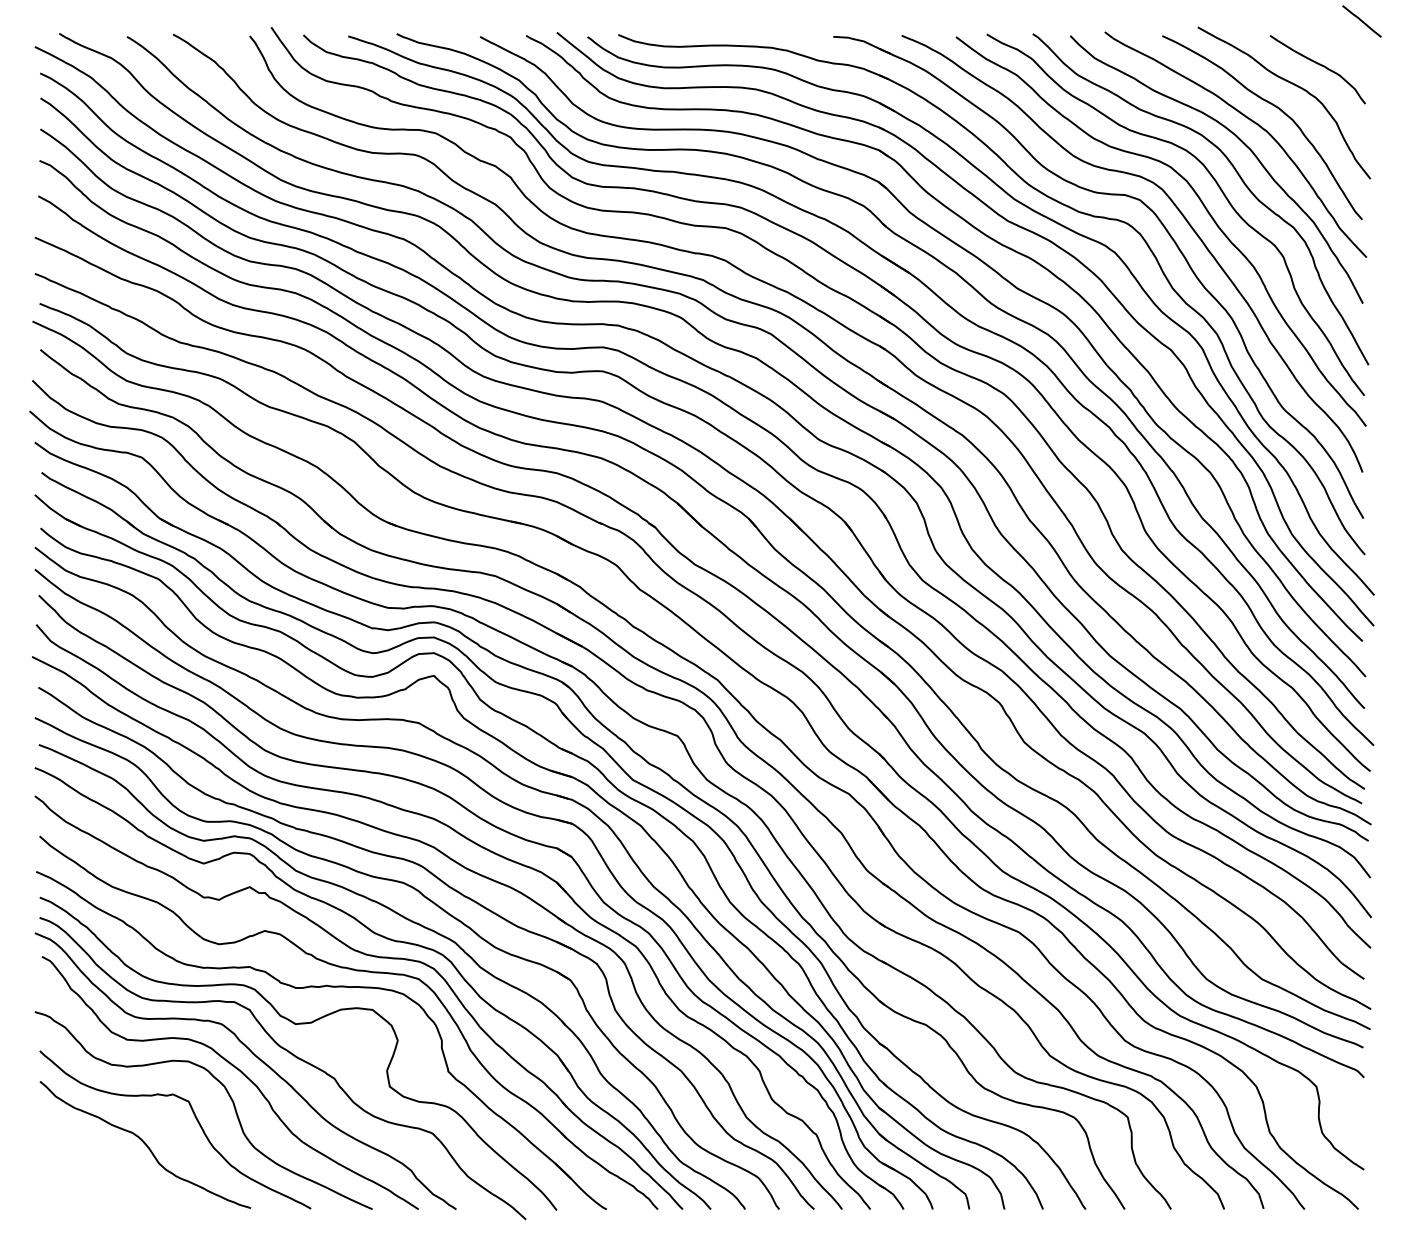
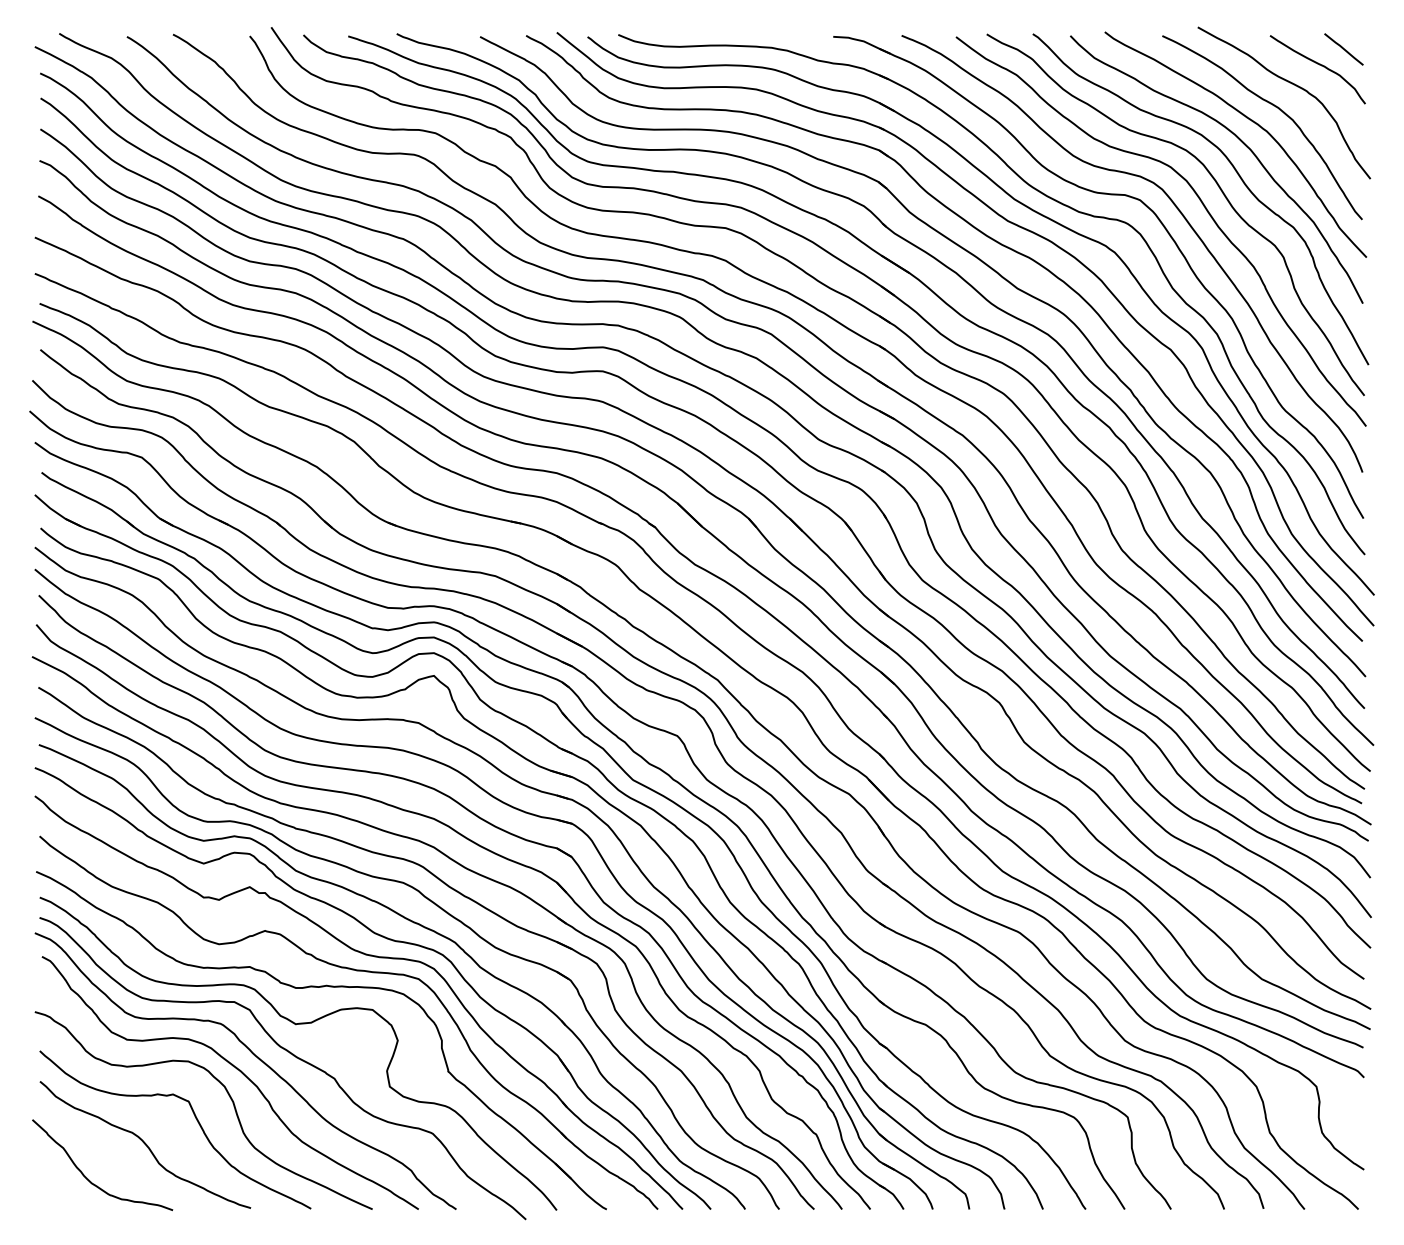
line at (1361, 21) position: (1361, 21) -> (1343, 49)
curve at (88, 1178): none -> present
